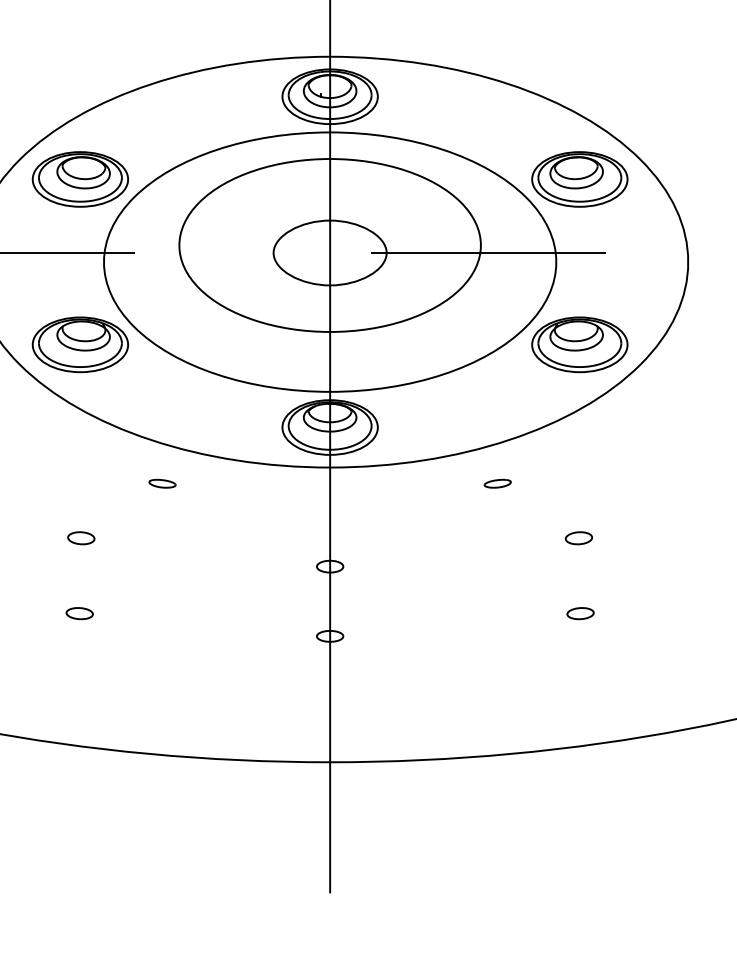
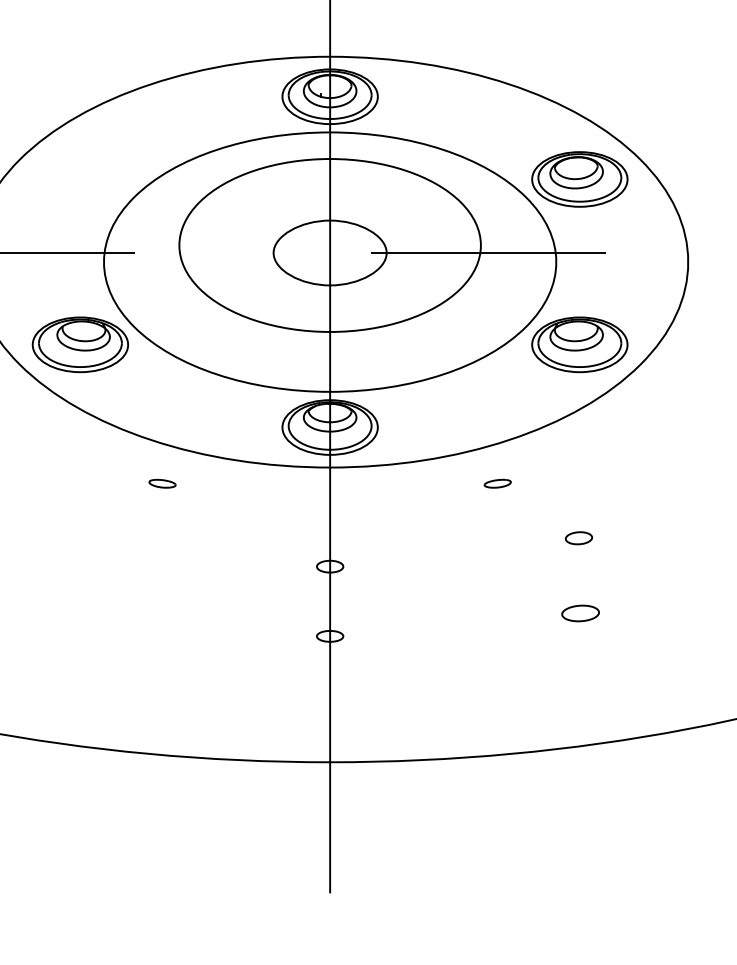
part at (79, 179): present -> none
part at (81, 538): present -> none
part at (79, 613): present -> none
part at (580, 613) size: 29x14 px -> 39x19 px
